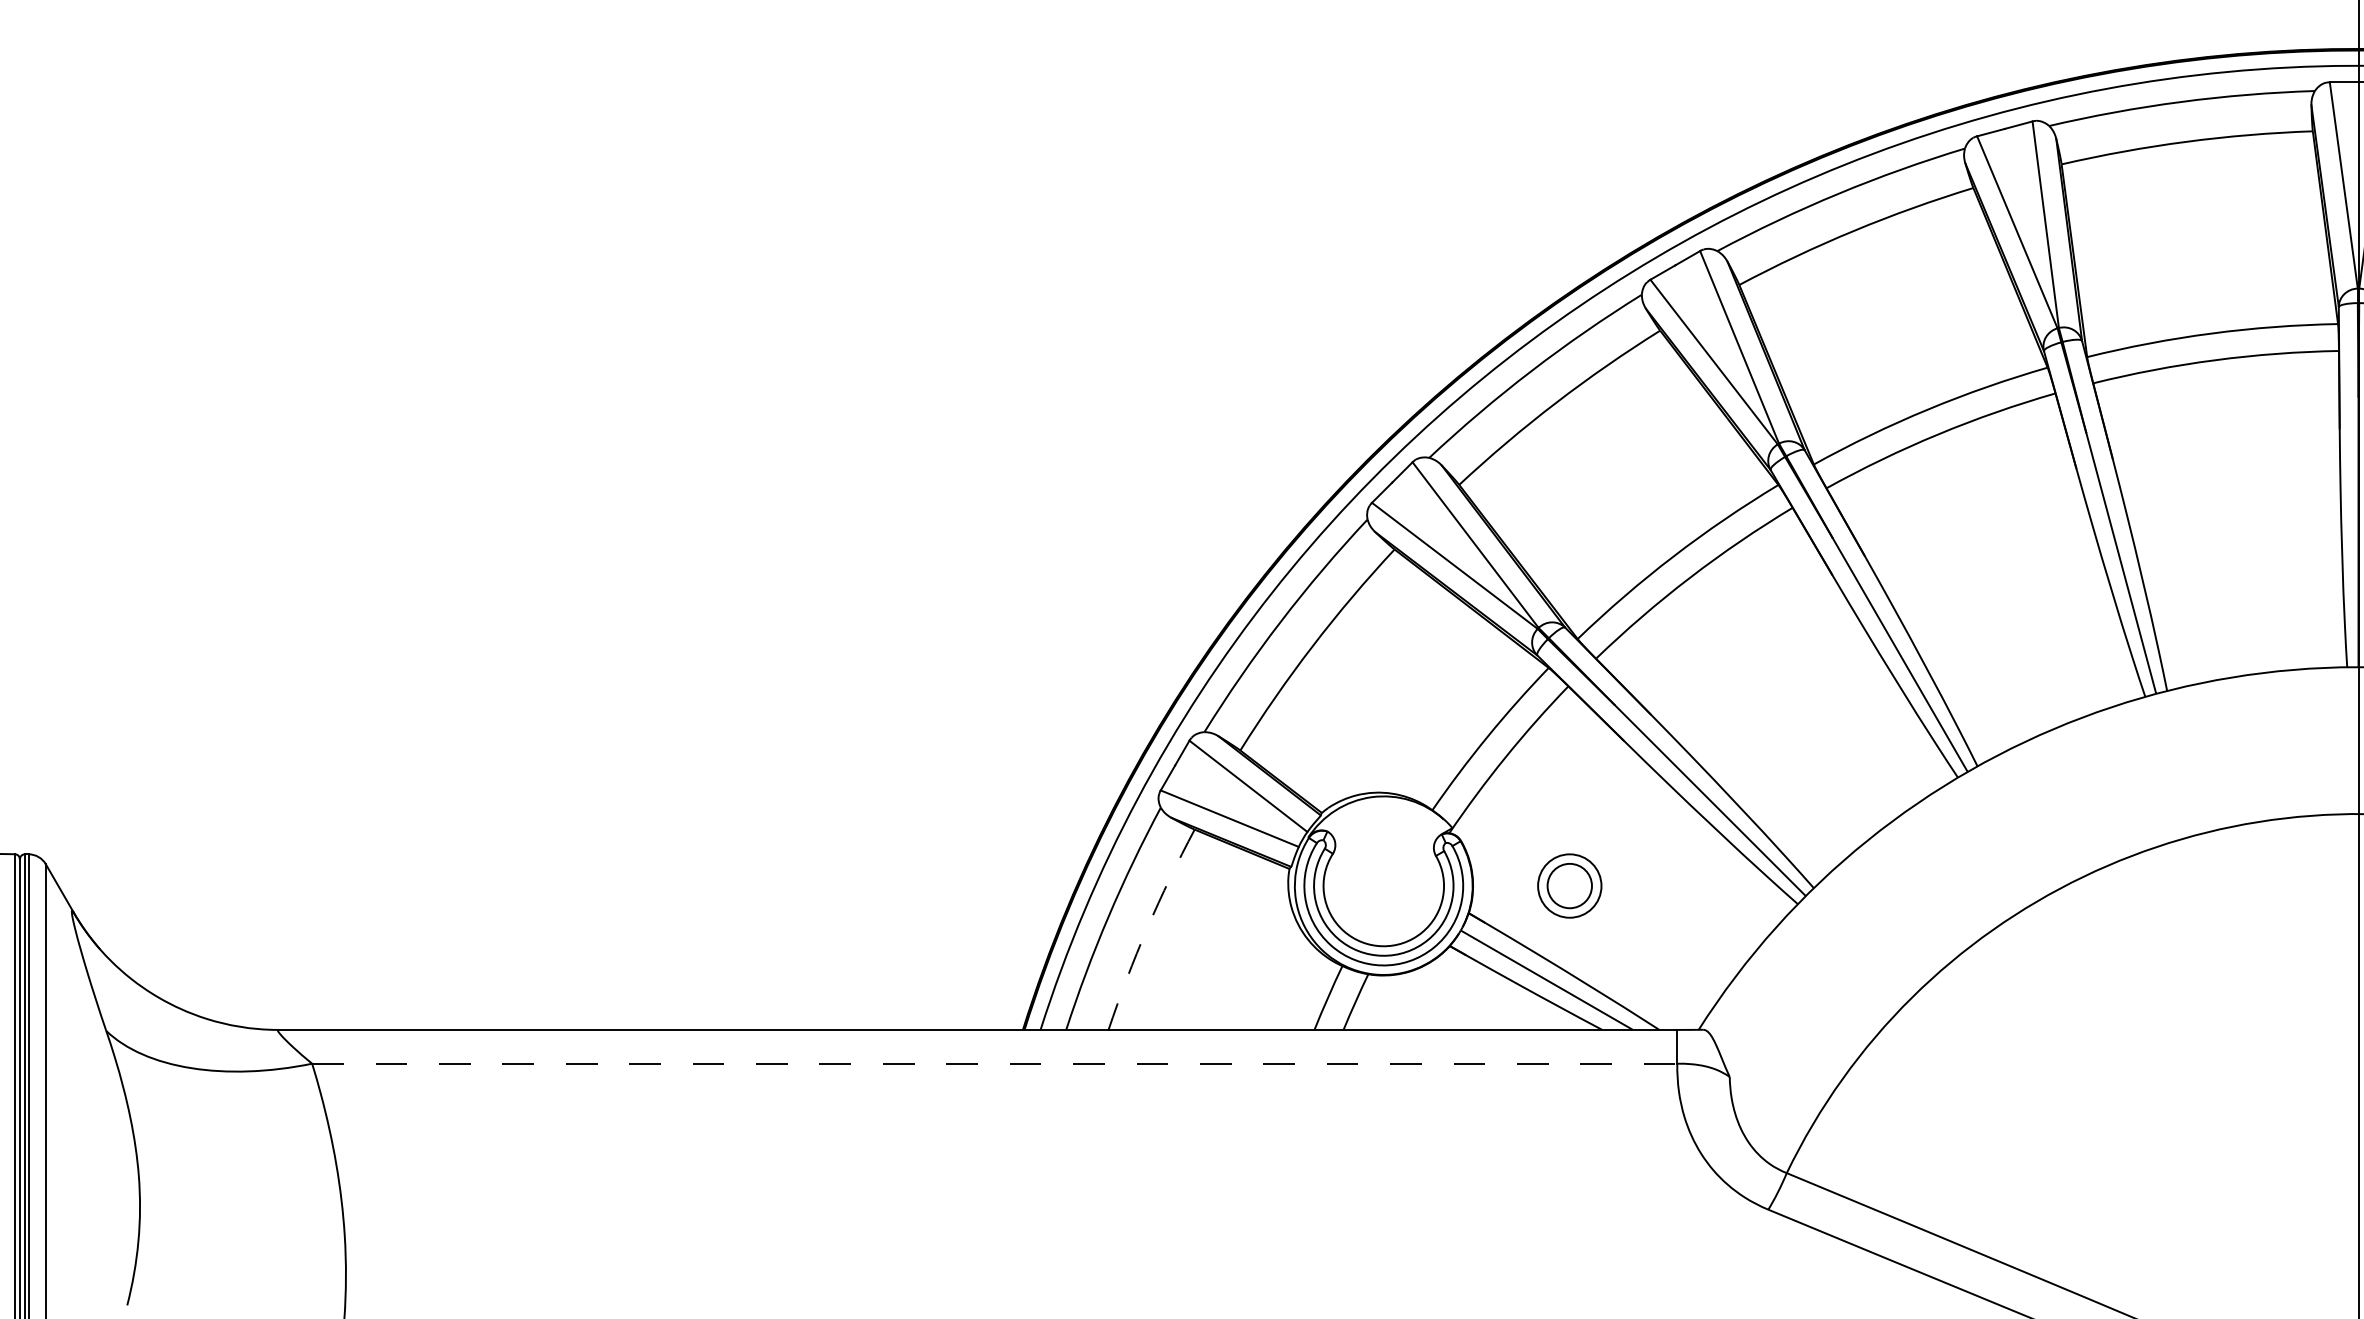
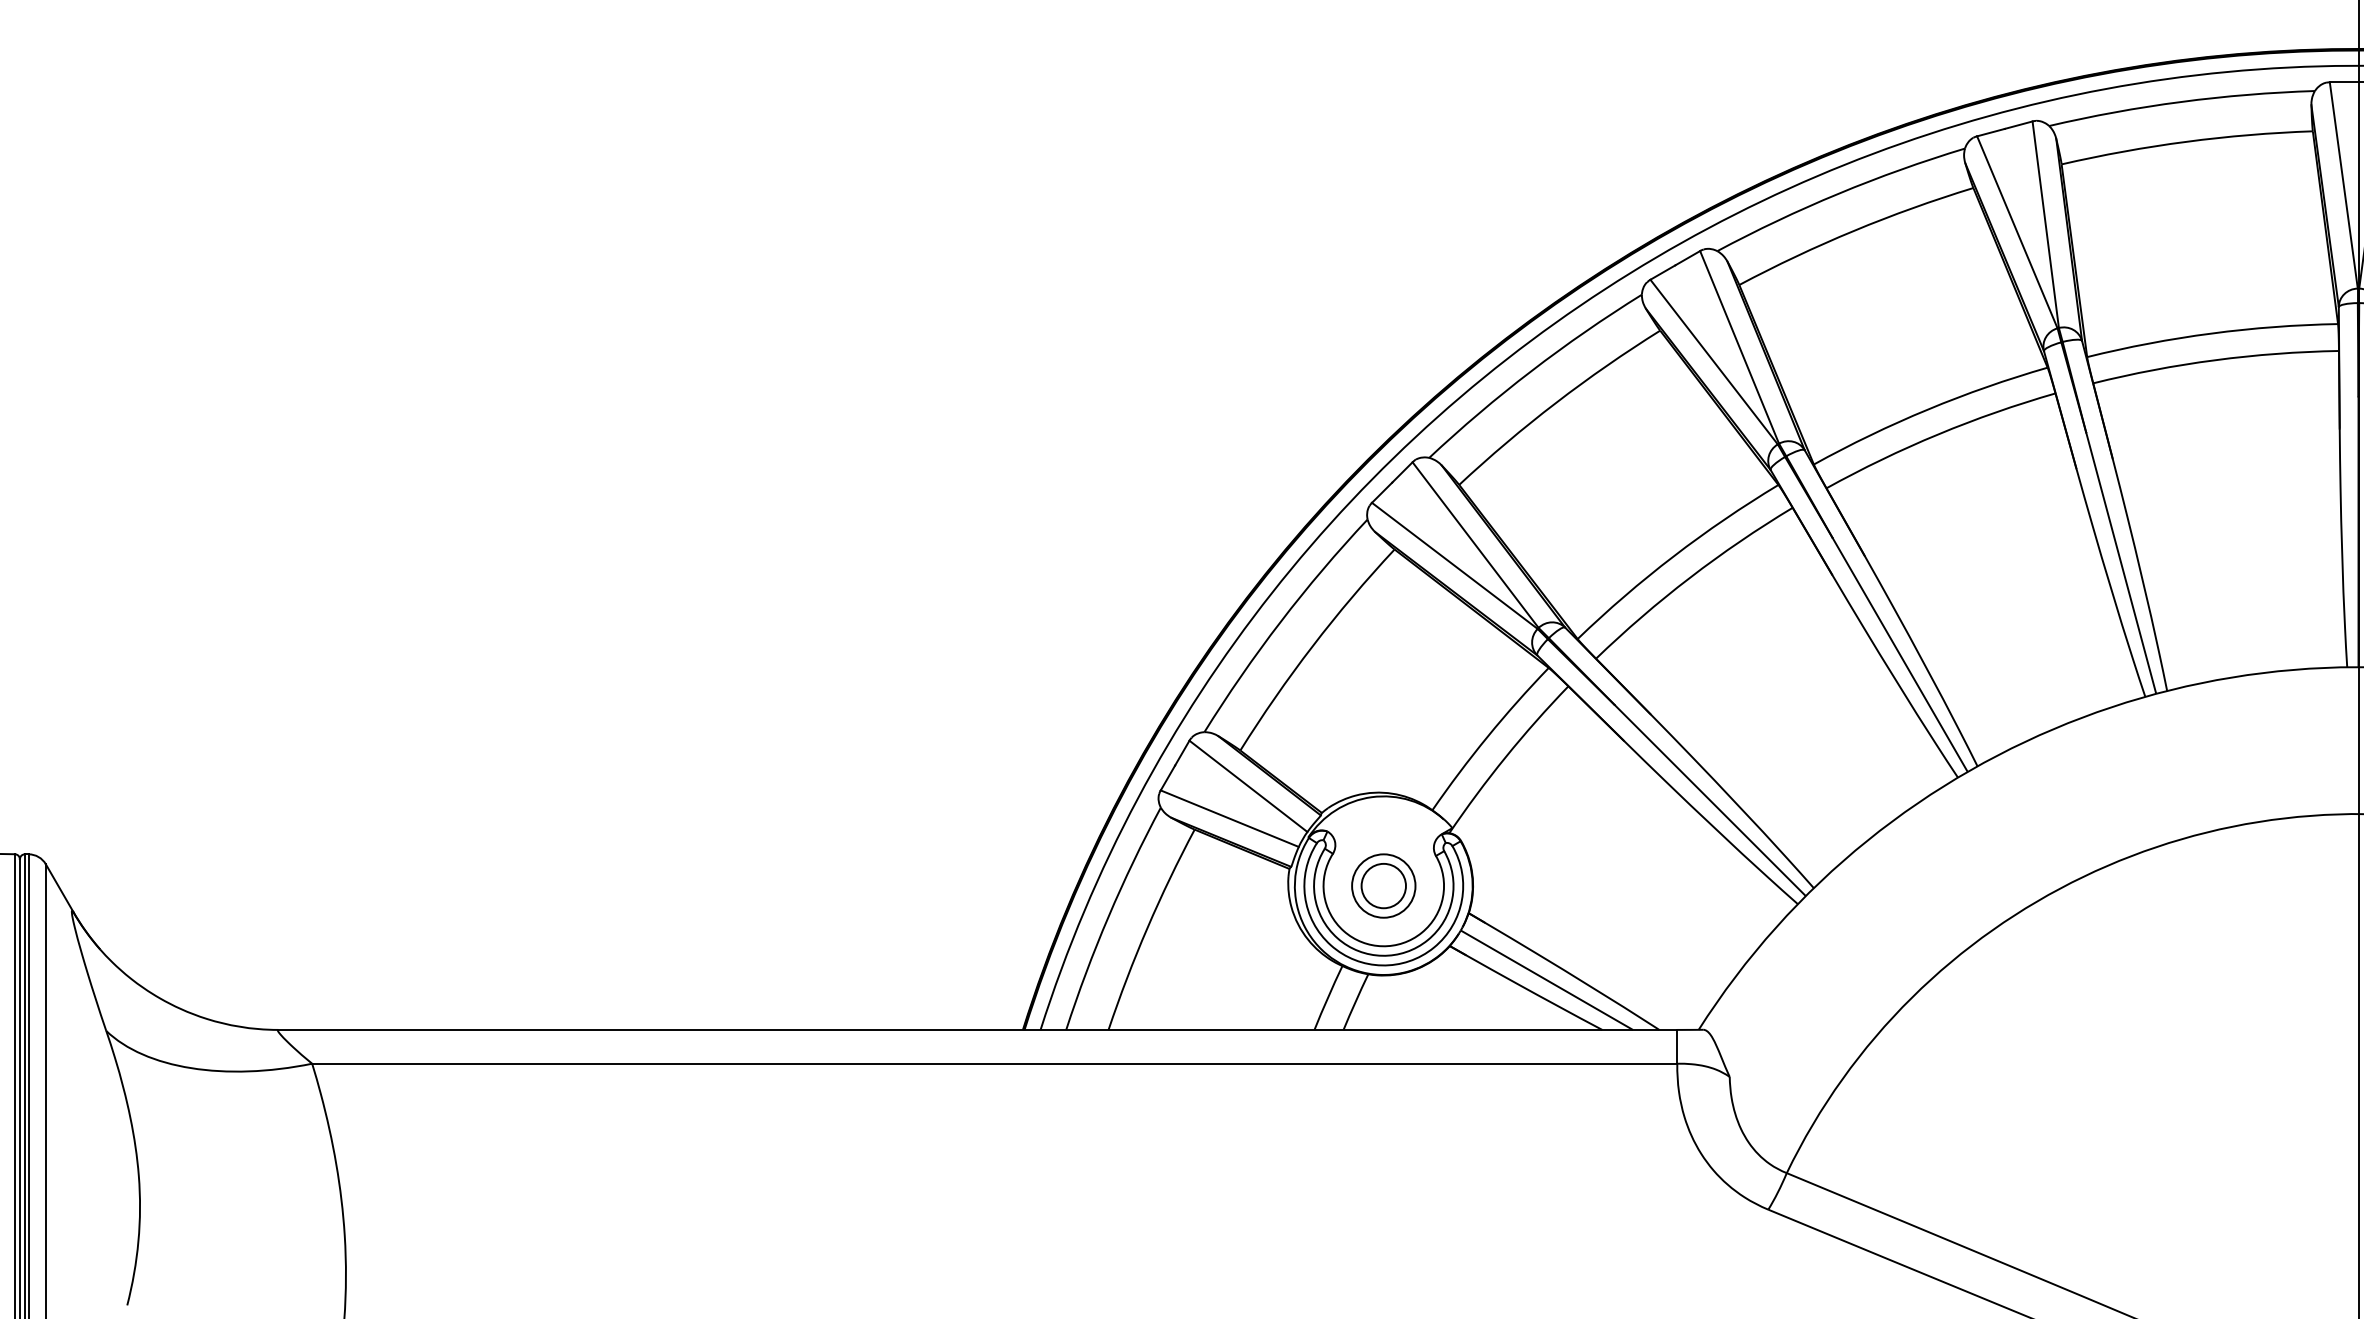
part at (1569, 885) position: (1569, 885) -> (1383, 885)
arc at (1147, 927): dashed -> solid
line at (994, 1063): dashed -> solid
